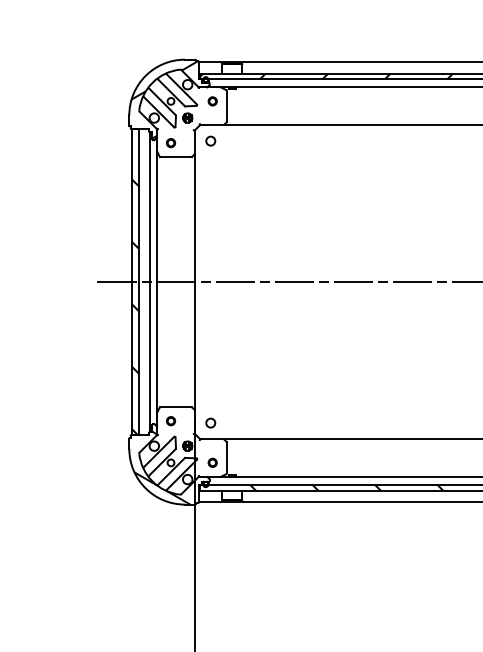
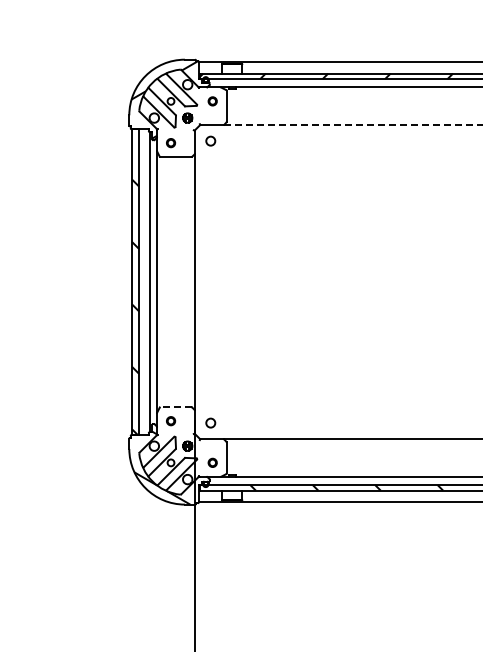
line at (353, 125): solid -> dashed
line at (288, 282): present -> none
line at (175, 407): solid -> dashed
